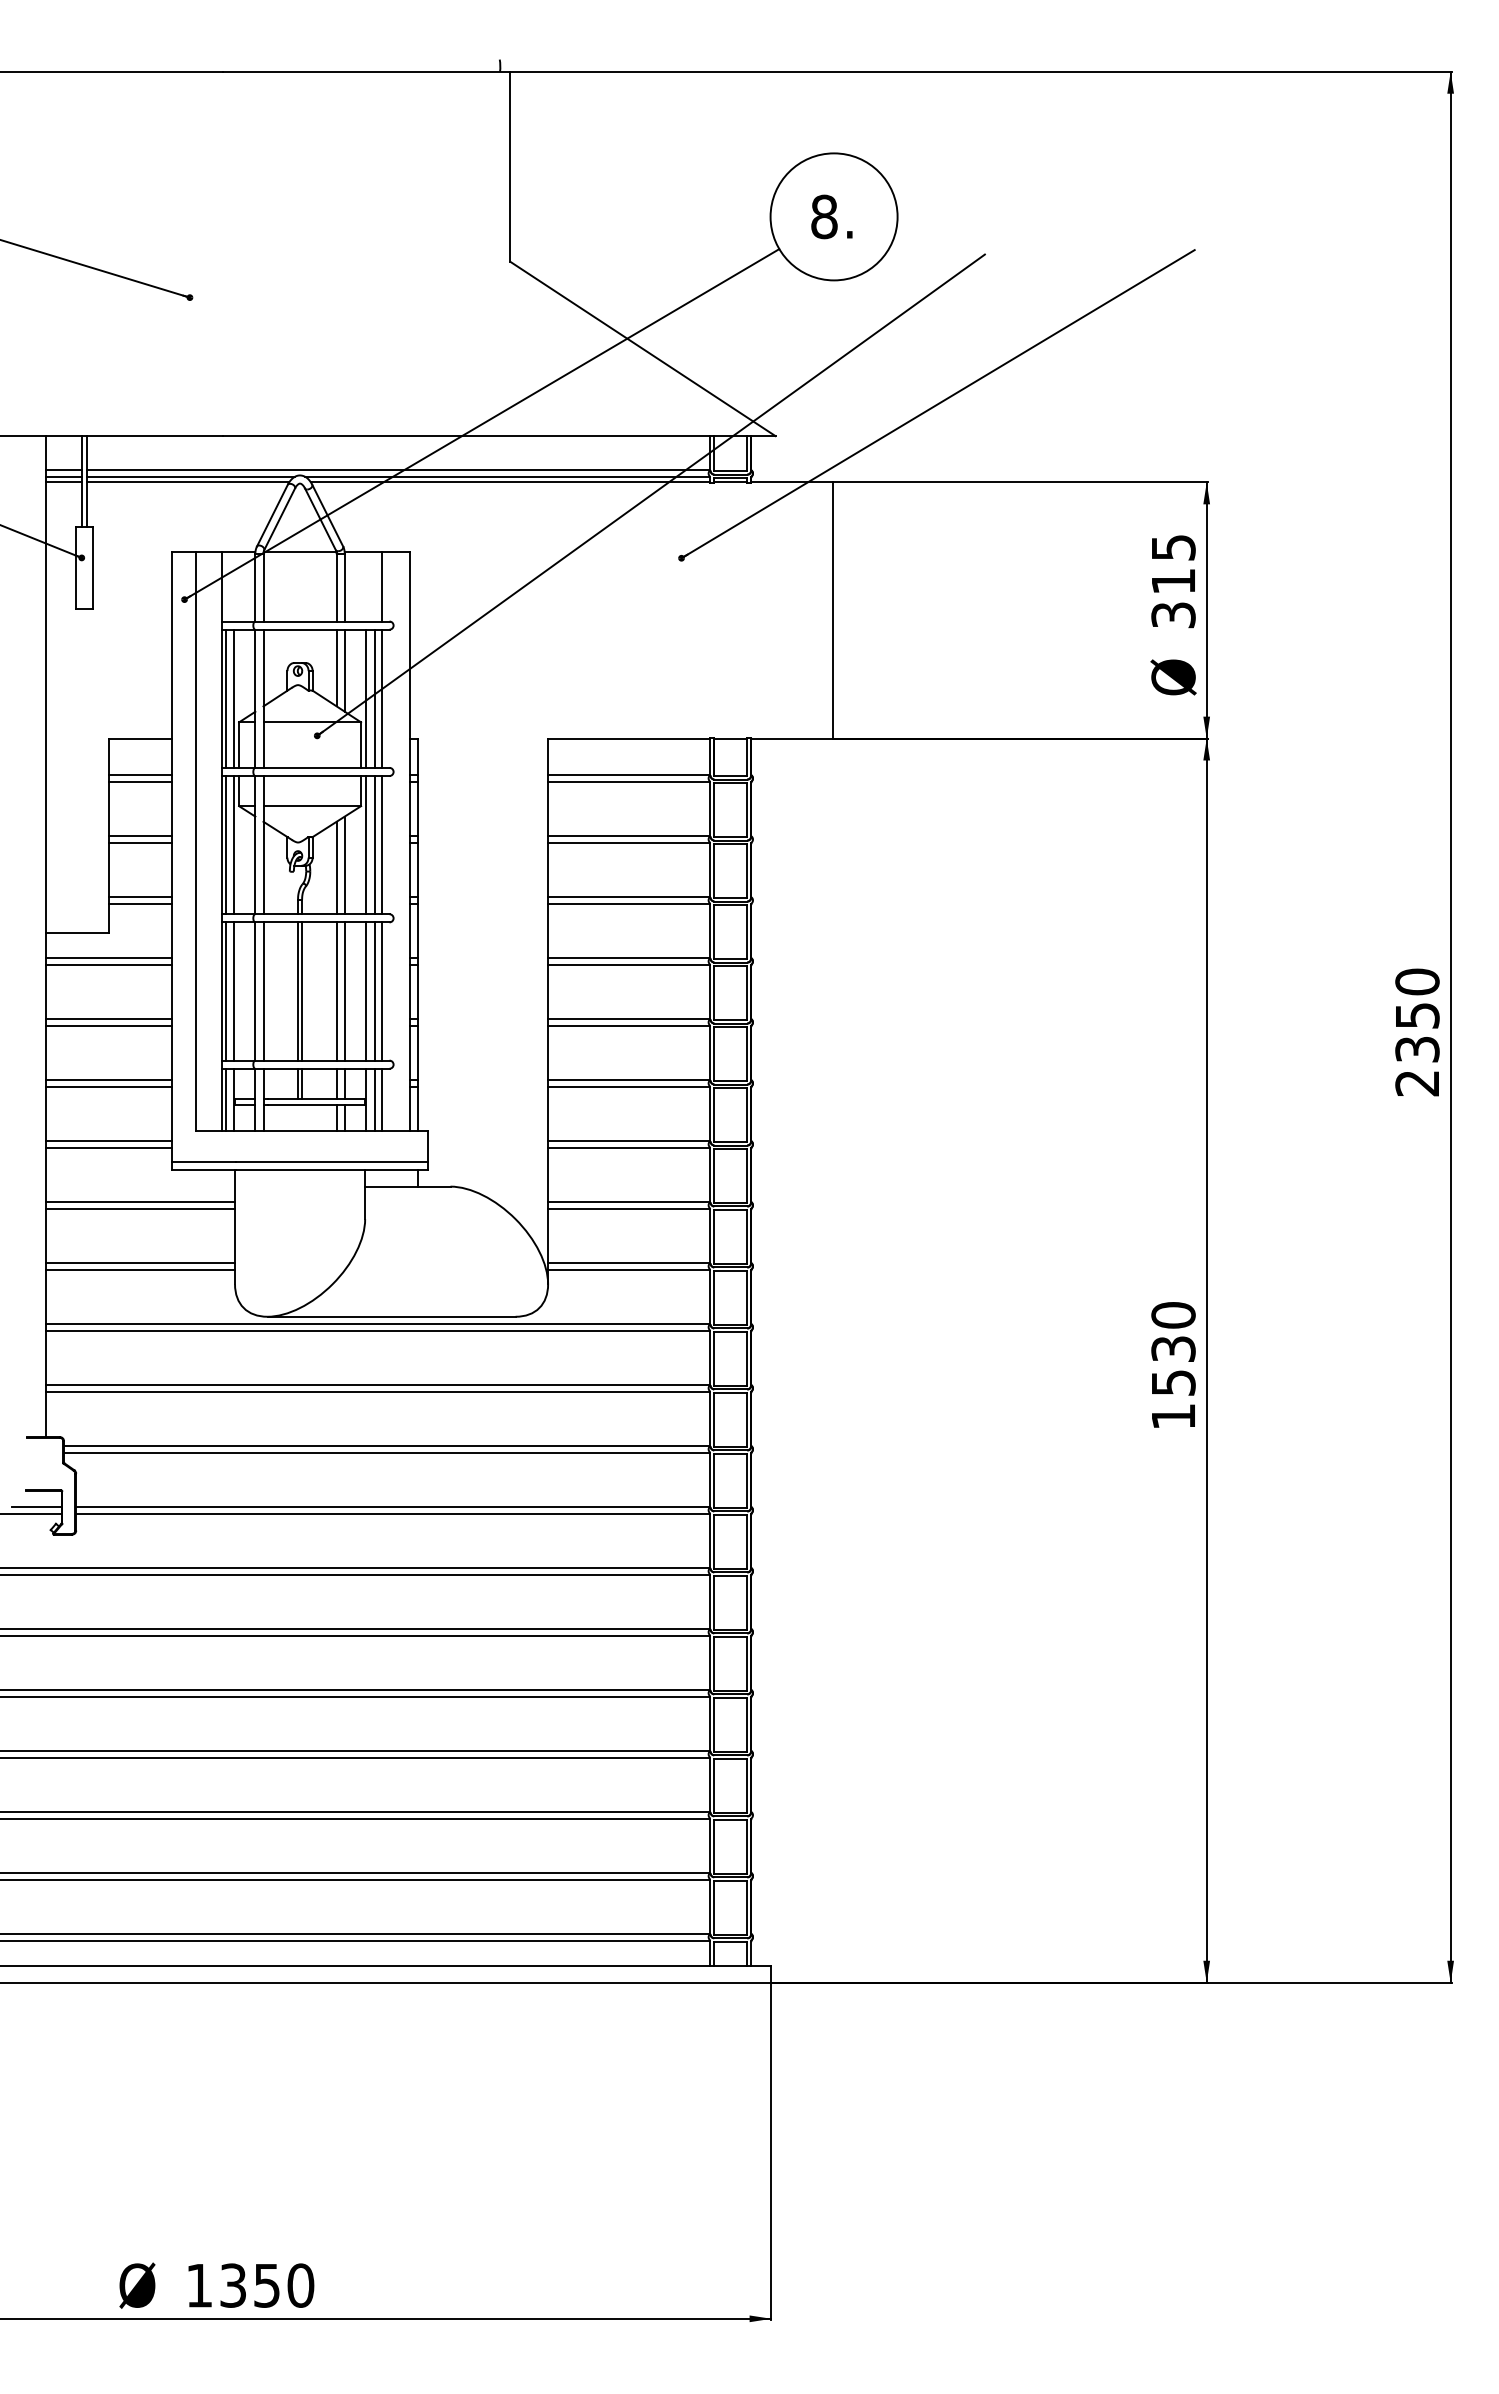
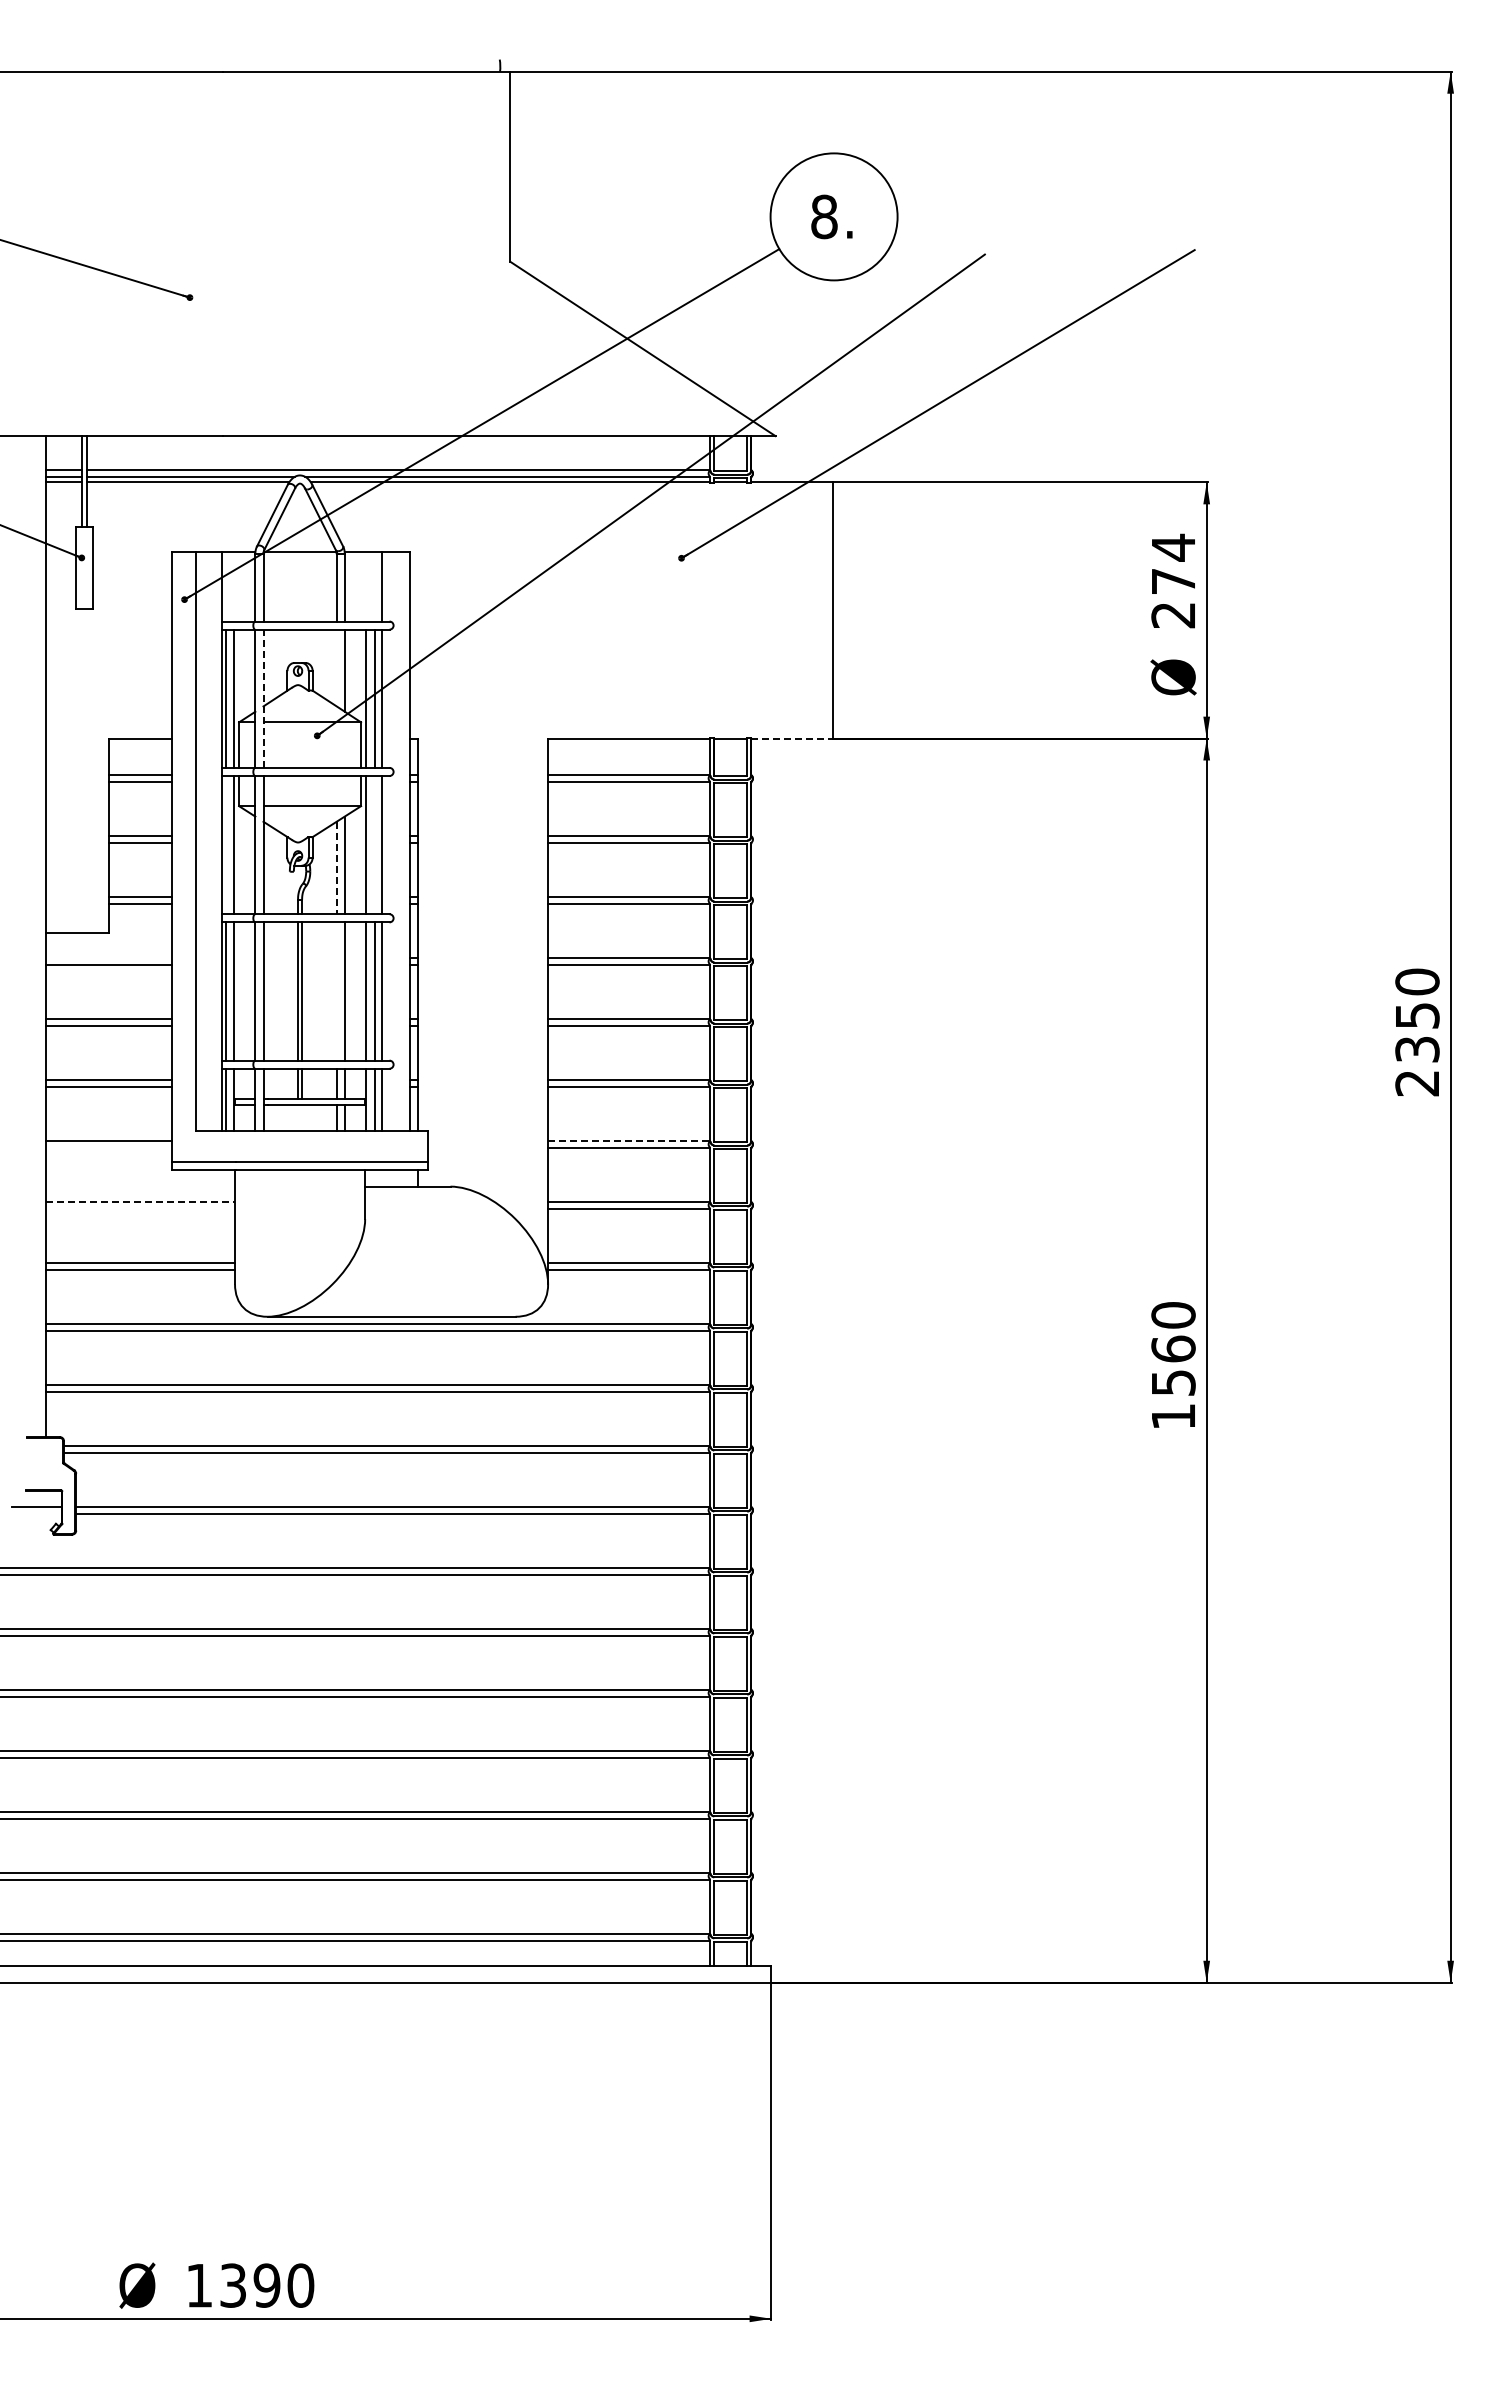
text at (1173, 580): 315 -> 274
line at (336, 667): present -> none
line at (263, 698): solid -> dashed
line at (791, 738): solid -> dashed
line at (225, 845): present -> none
line at (374, 845): present -> none
line at (336, 868): solid -> dashed
line at (109, 958): present -> none
line at (336, 991): present -> none
line at (629, 1141): solid -> dashed
line at (109, 1147): present -> none
line at (141, 1202): solid -> dashed
line at (140, 1208): present -> none
text at (1173, 1348): 1530 -> 1560
line at (31, 1513): present -> none
text at (266, 2285): 1350 -> 1390
